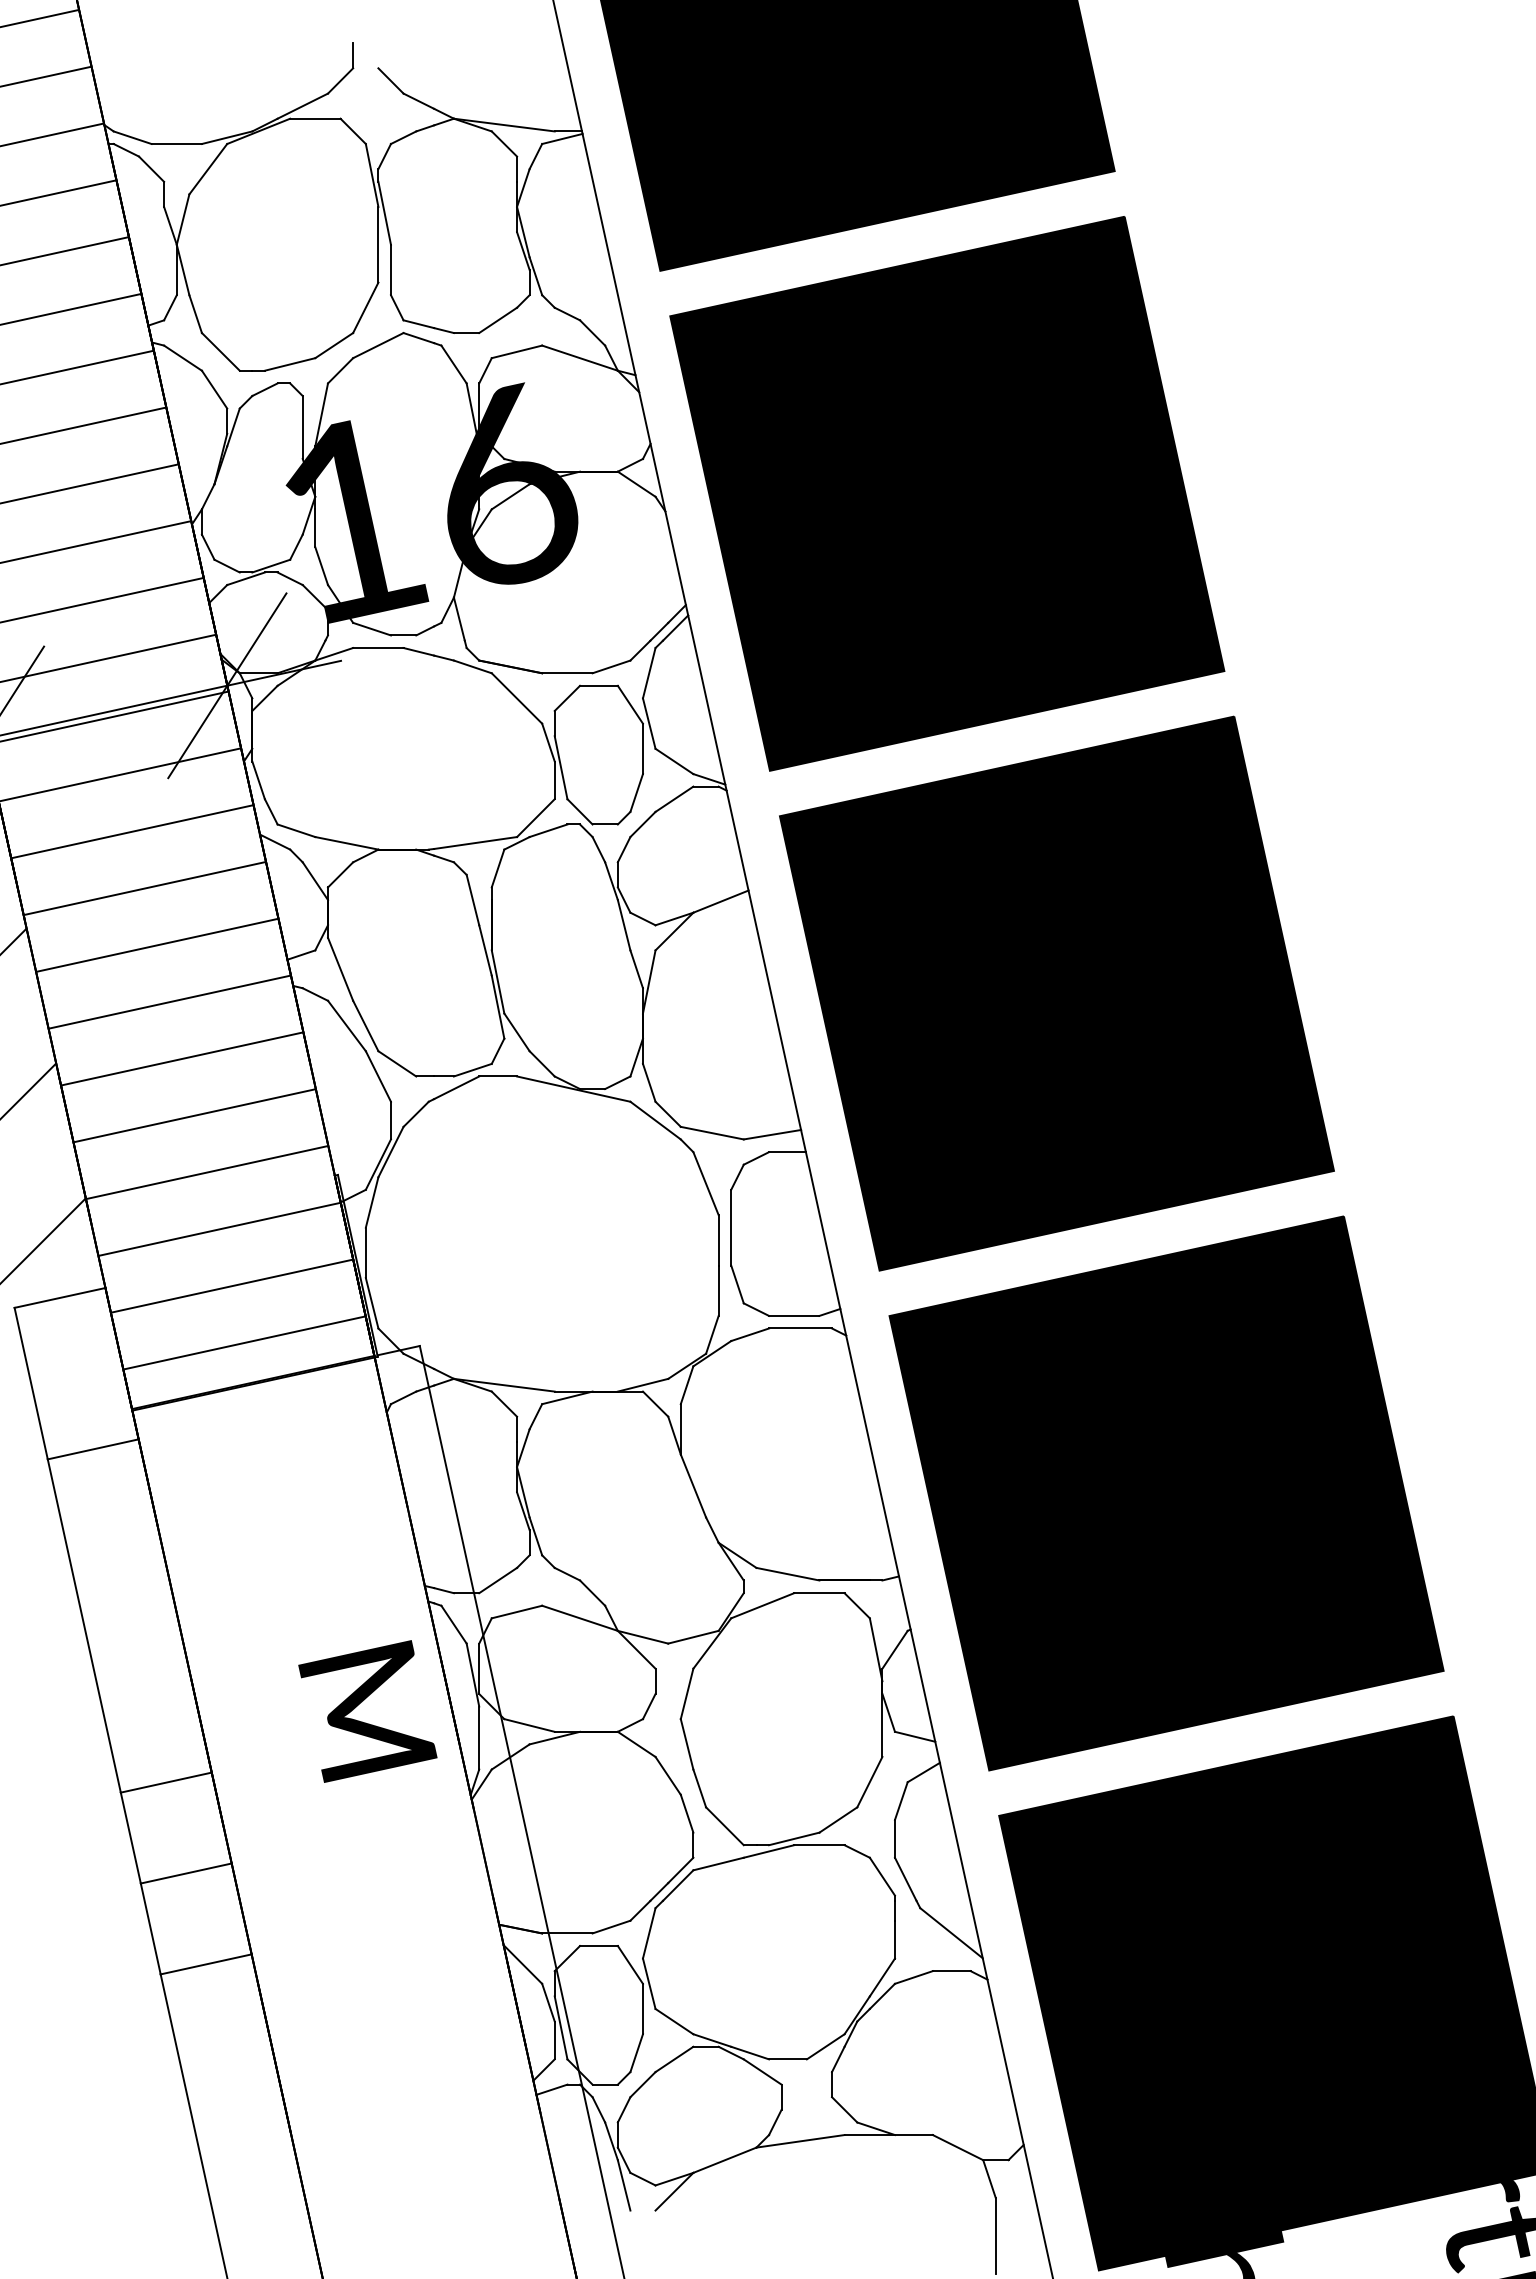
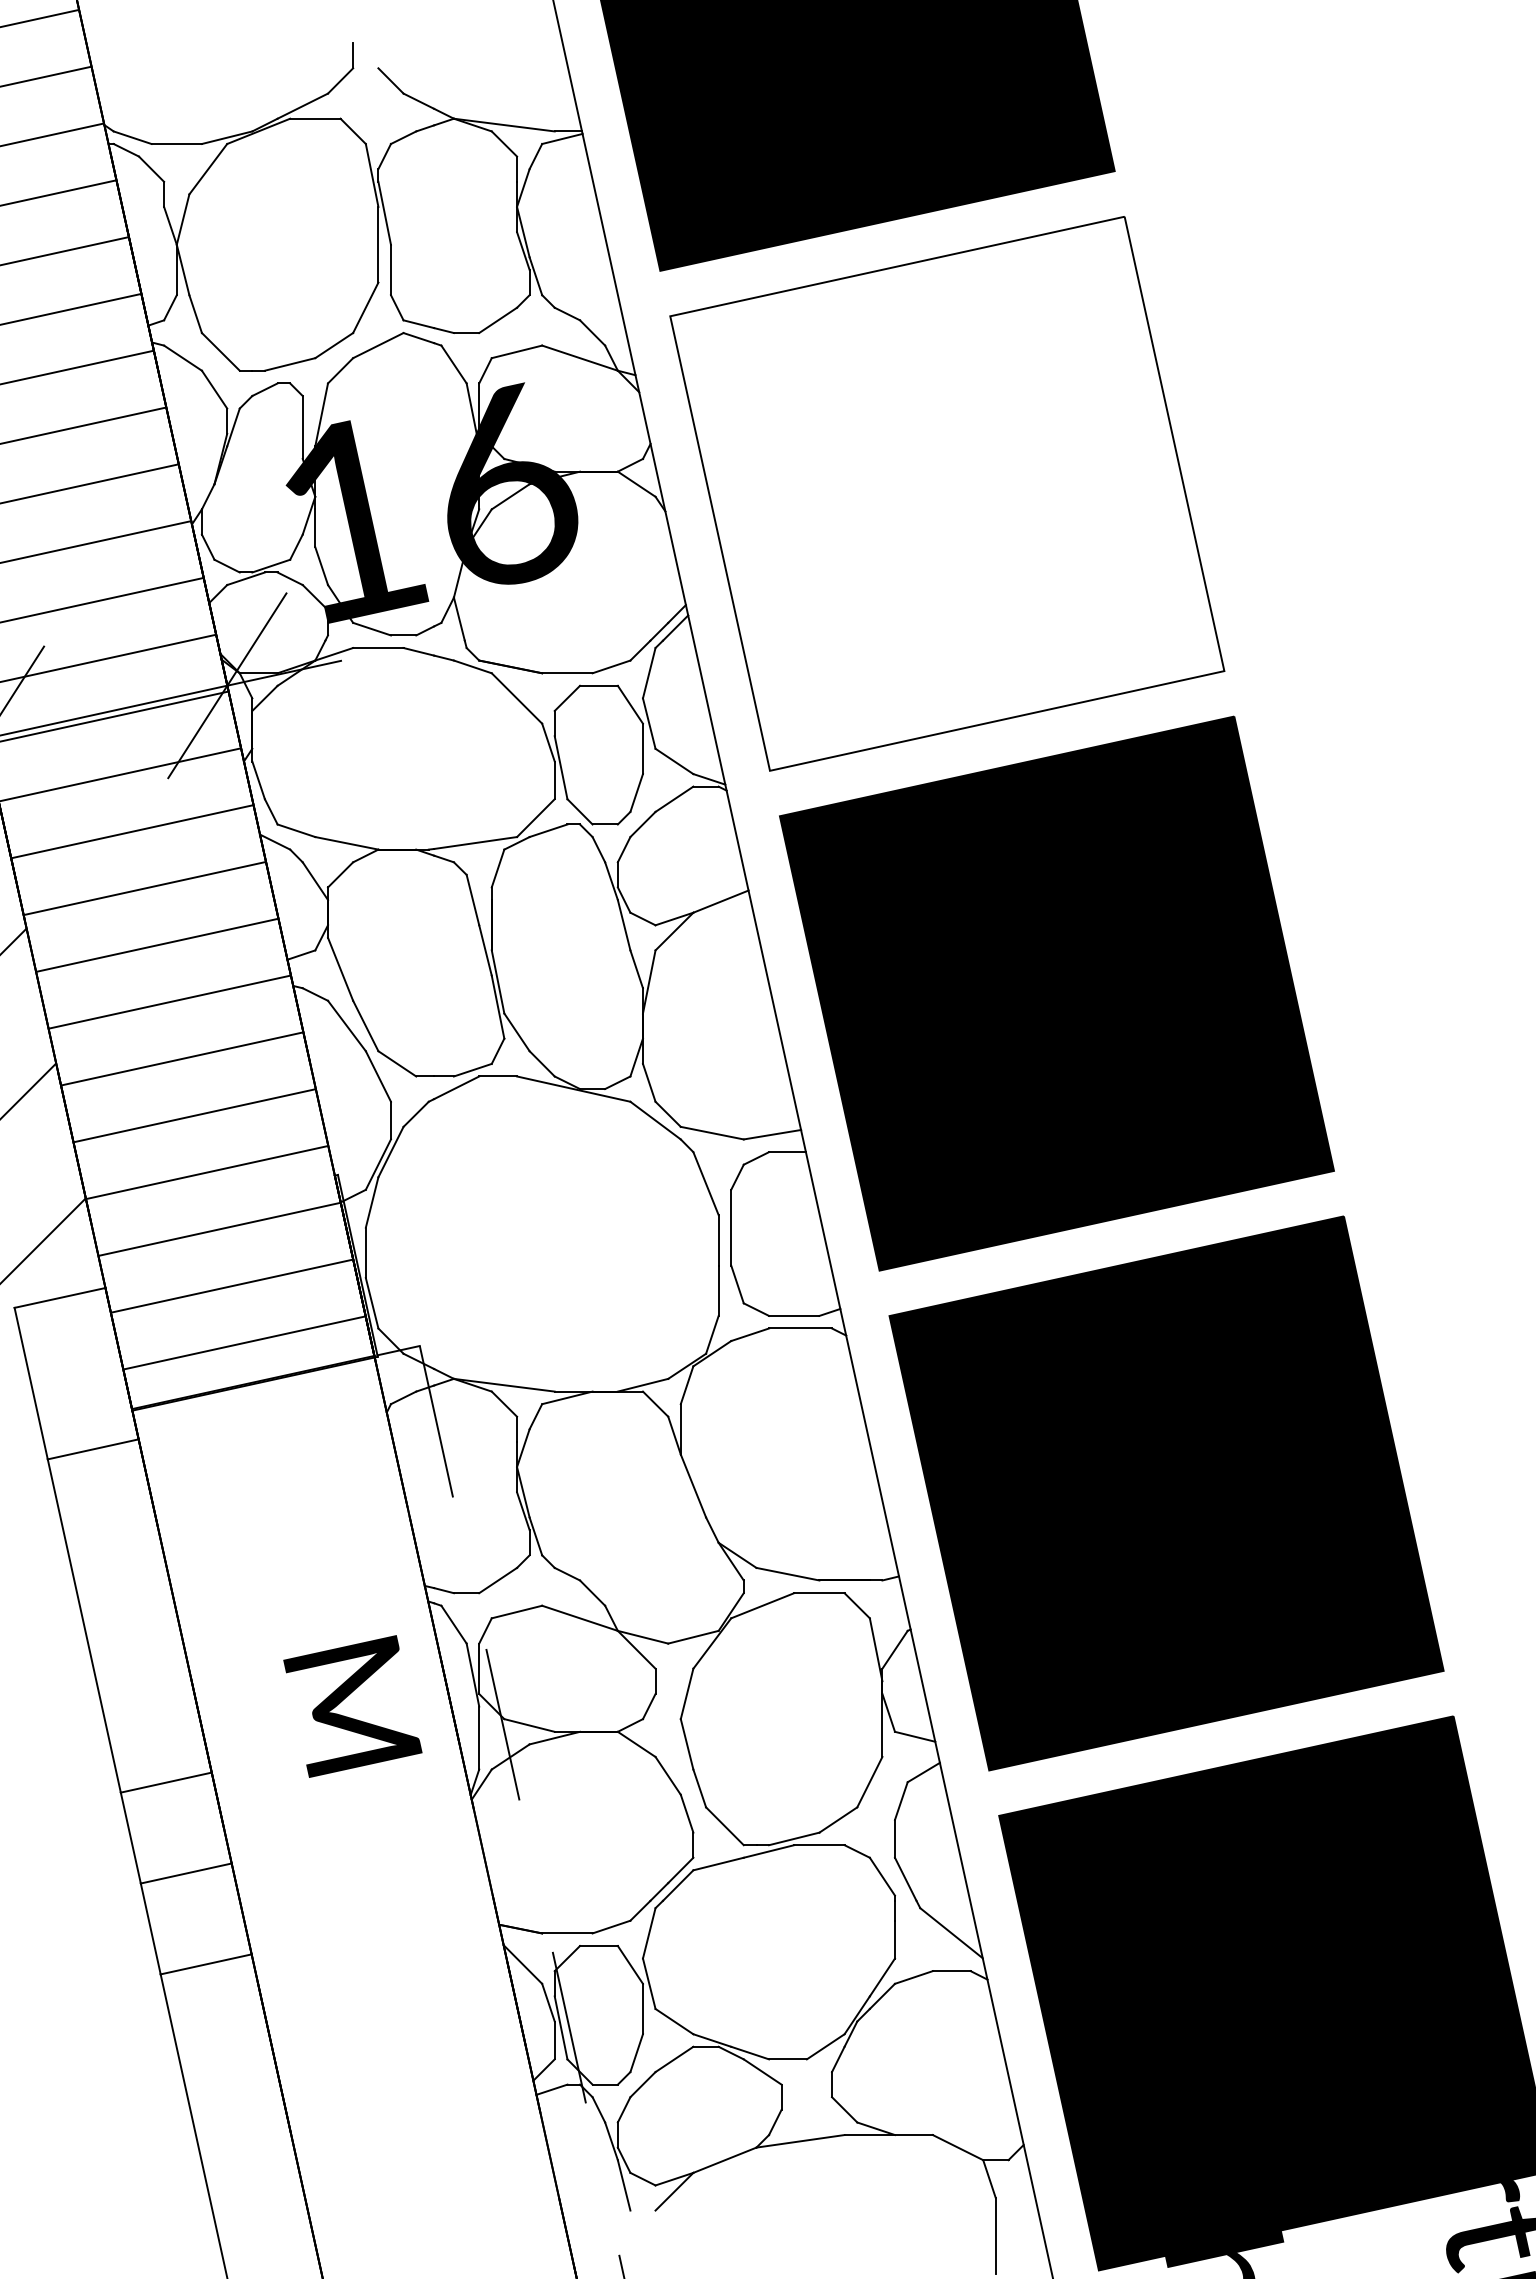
fill at (947, 493): present -> none
text at (367, 1711) position: (367, 1711) -> (352, 1706)
line at (522, 1812): solid -> dashed
